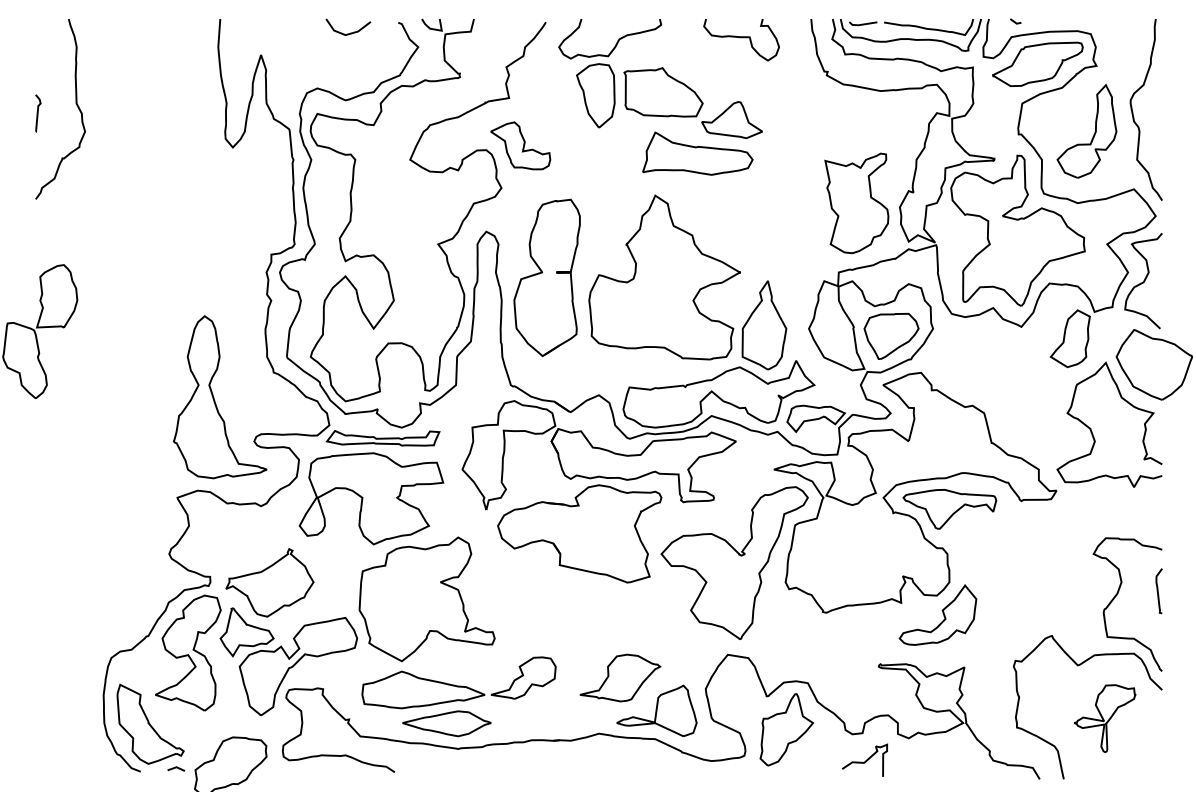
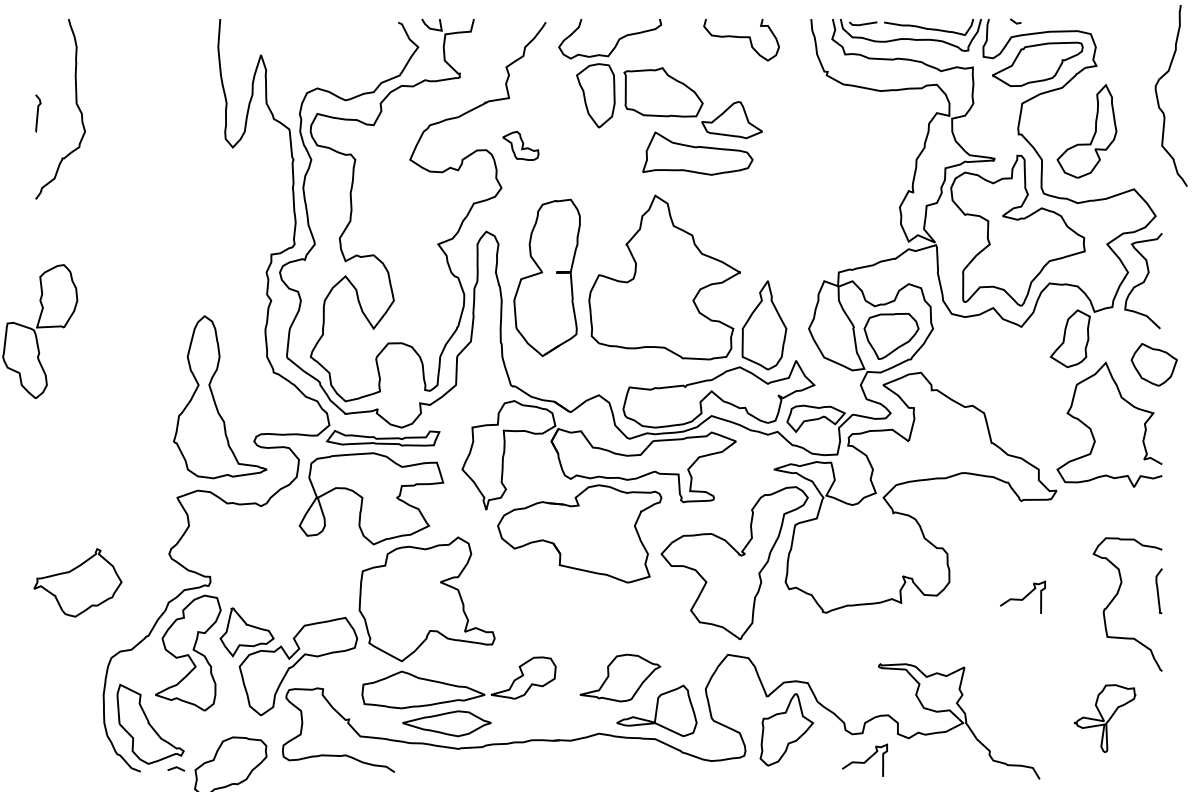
line at (350, 32): present -> none
curve at (1133, 111) position: (1133, 111) -> (1158, 97)
part at (520, 145) size: 62x50 px -> 38x30 px
part at (856, 203): present -> none
part at (1153, 364) size: 78x72 px -> 48x44 px
part at (949, 509): present -> none
part at (269, 582) position: (269, 582) -> (77, 582)
curve at (1023, 597): none -> present
part at (937, 614): present -> none
curve at (1078, 666): present -> none
